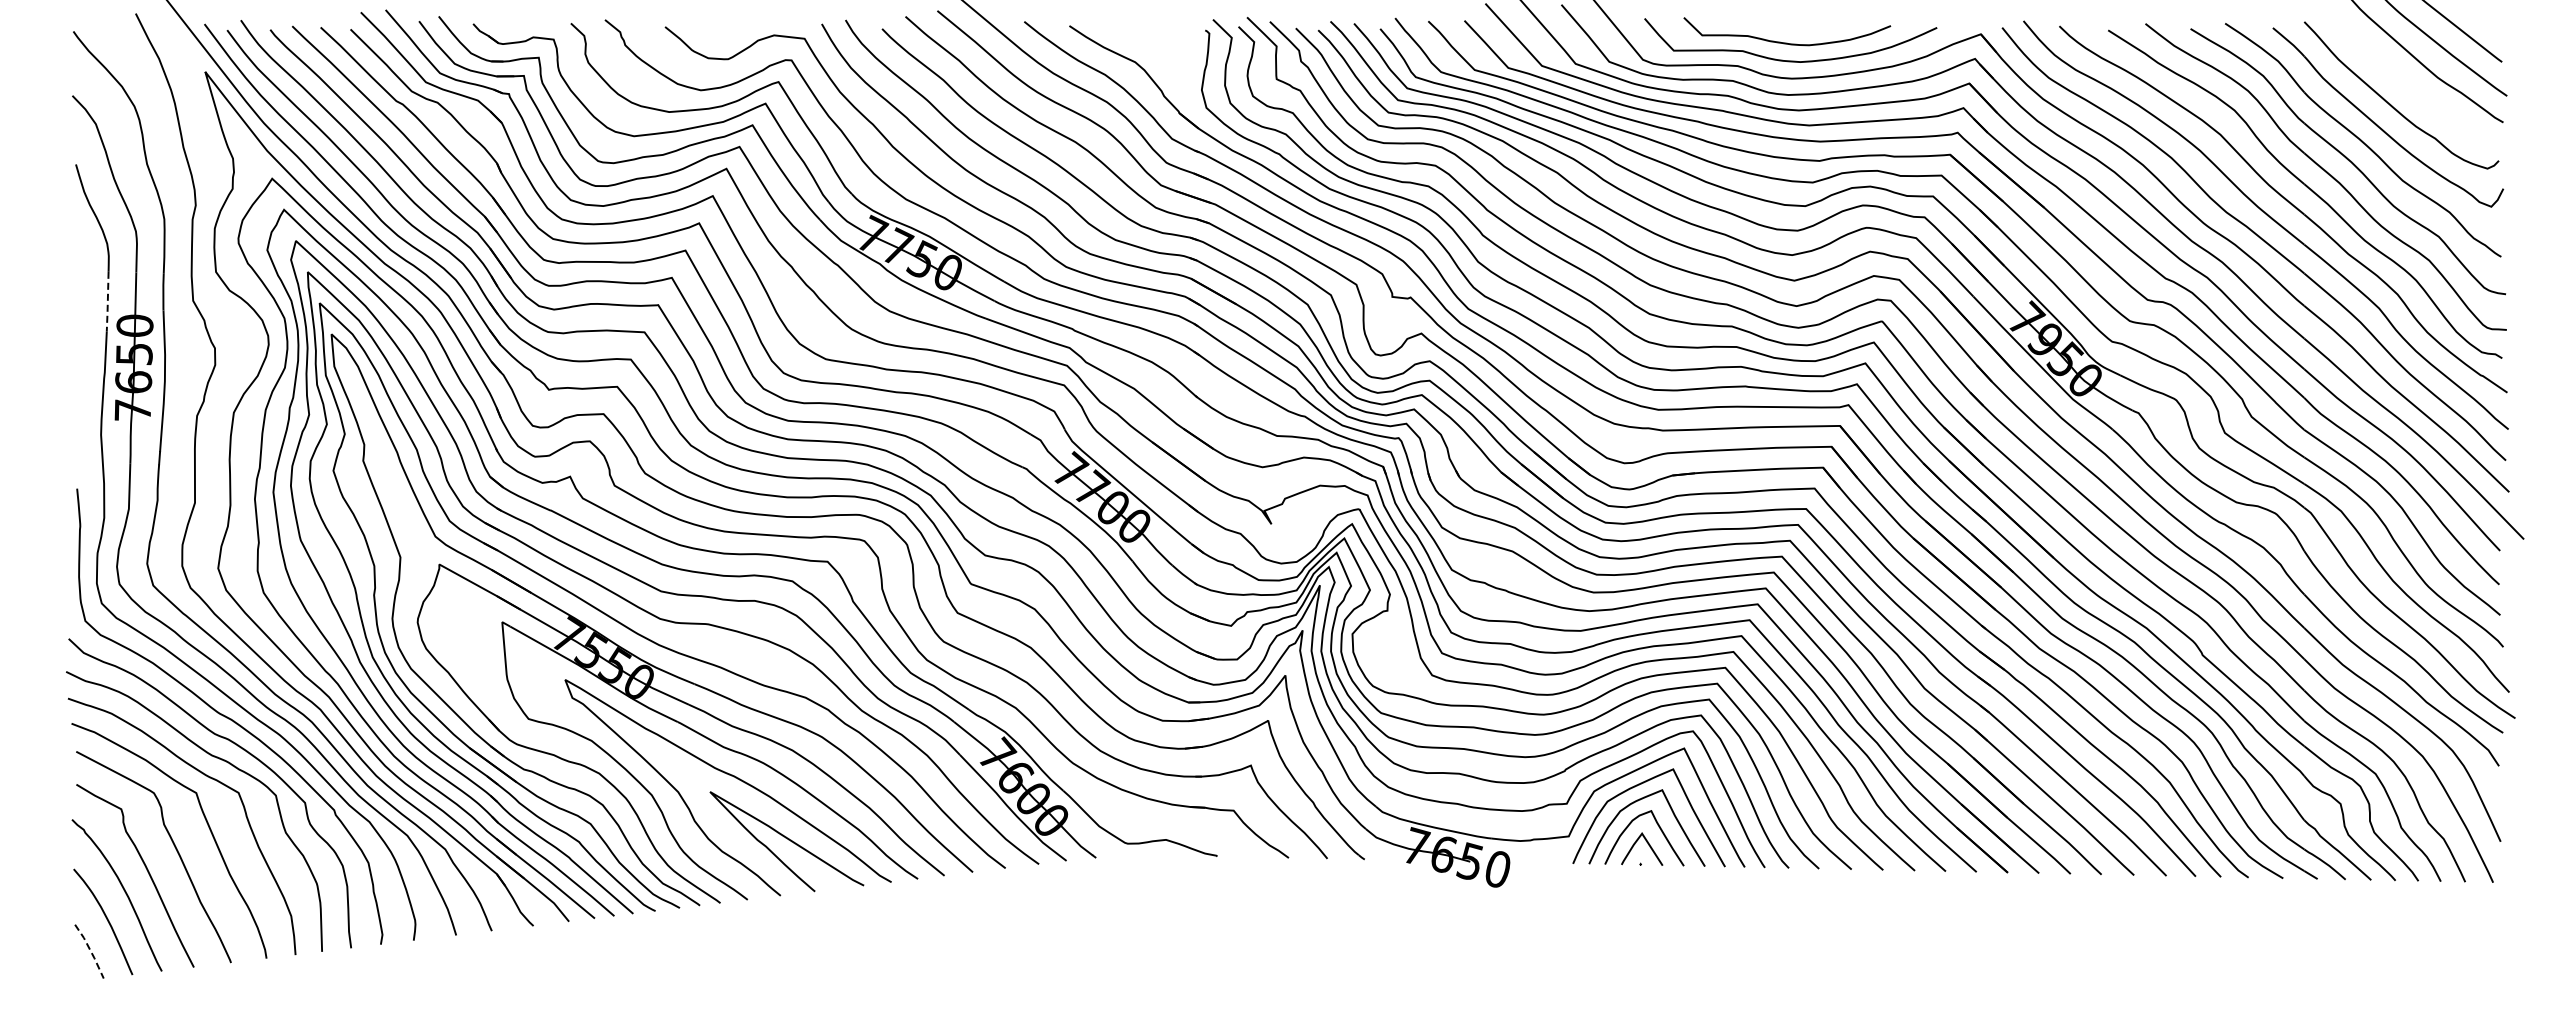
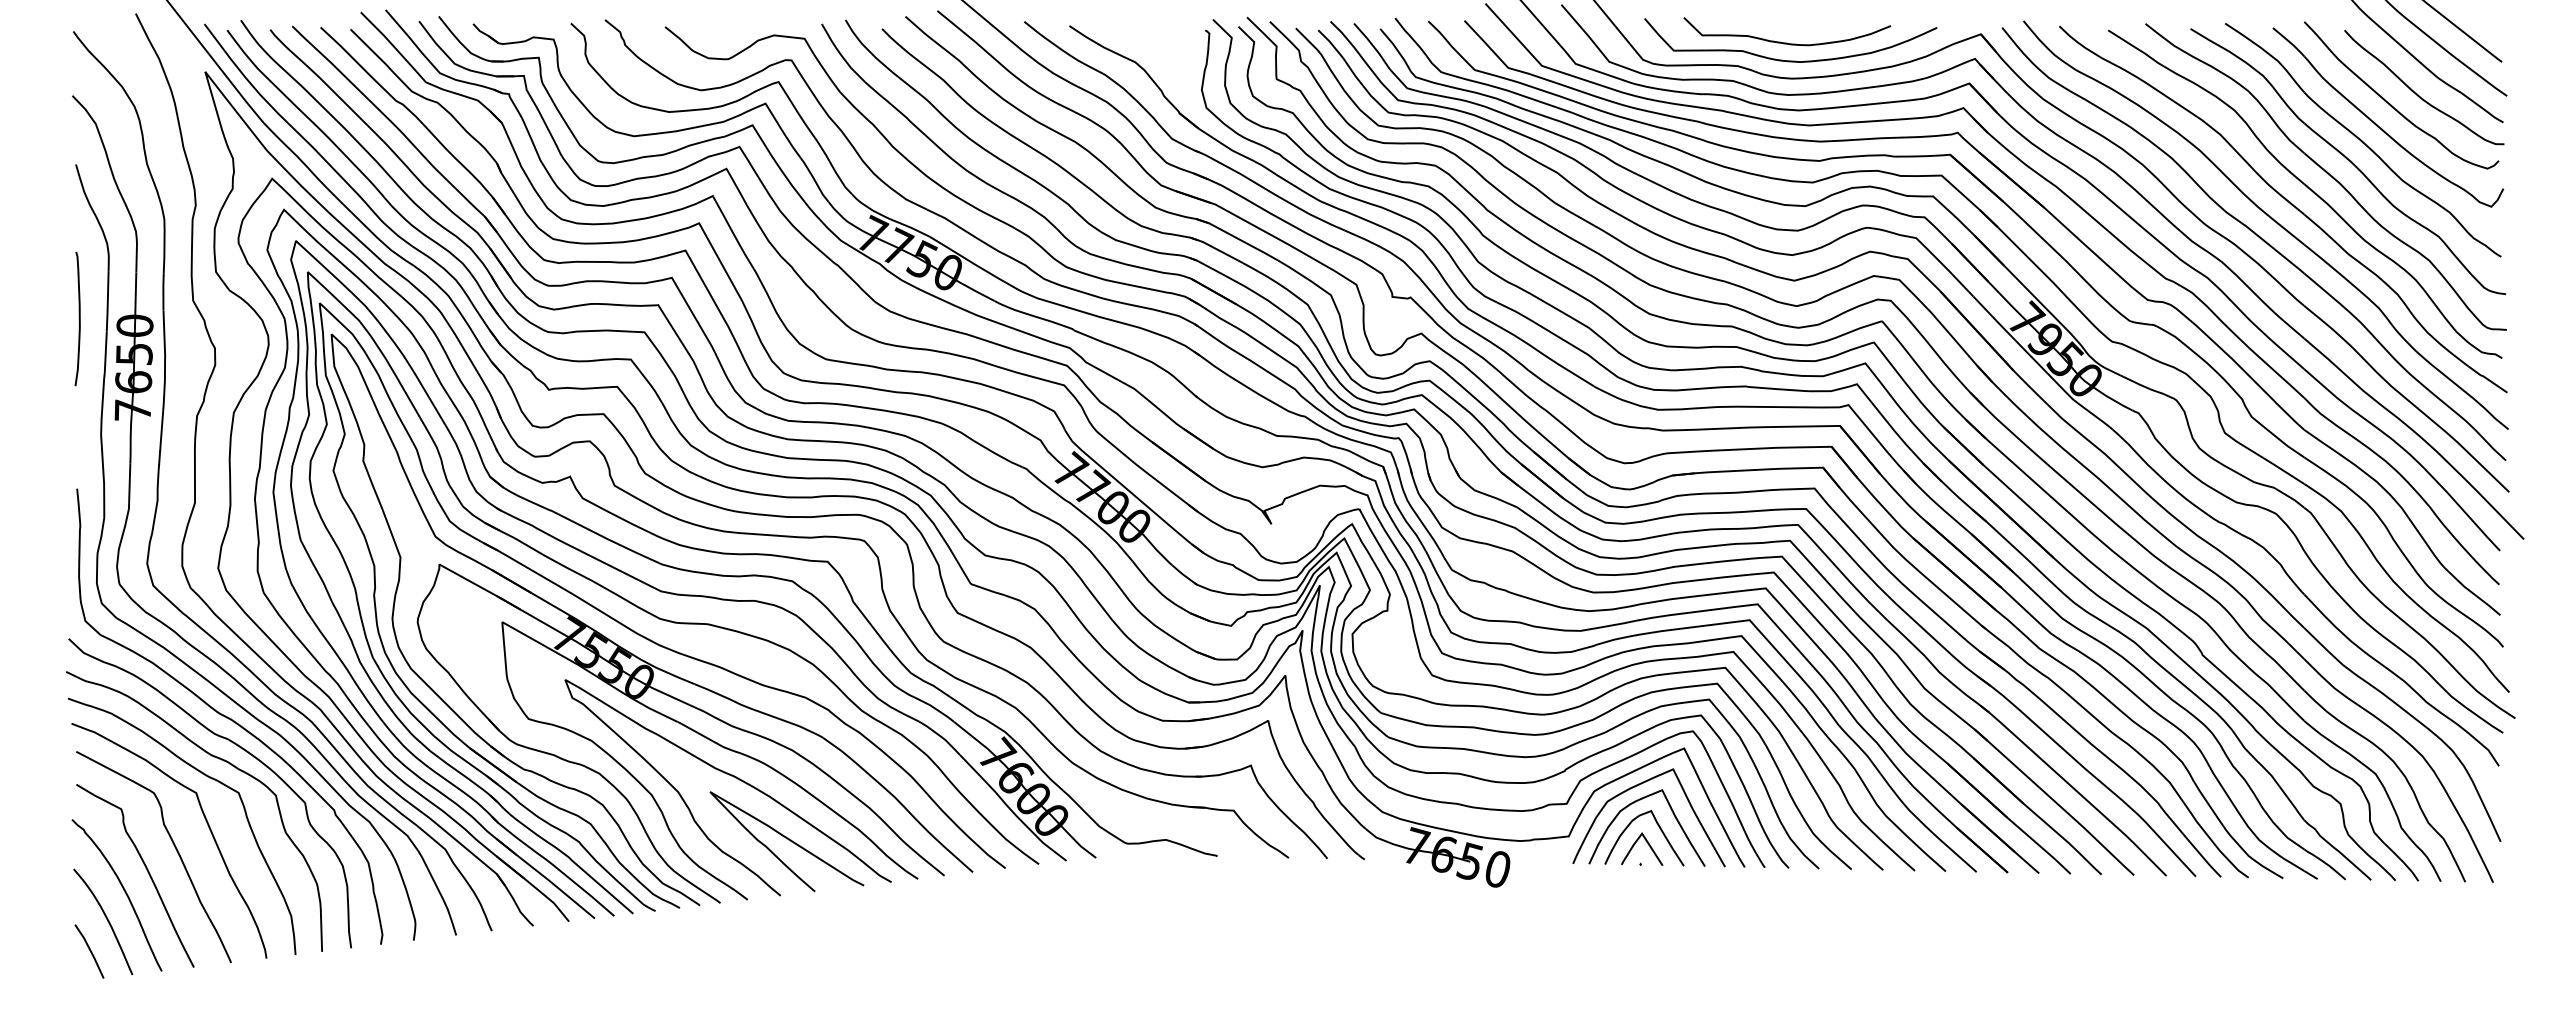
curve at (2417, 93): none -> present
line at (107, 302): dashed -> solid
curve at (78, 318): none -> present
line at (90, 951): dashed -> solid
